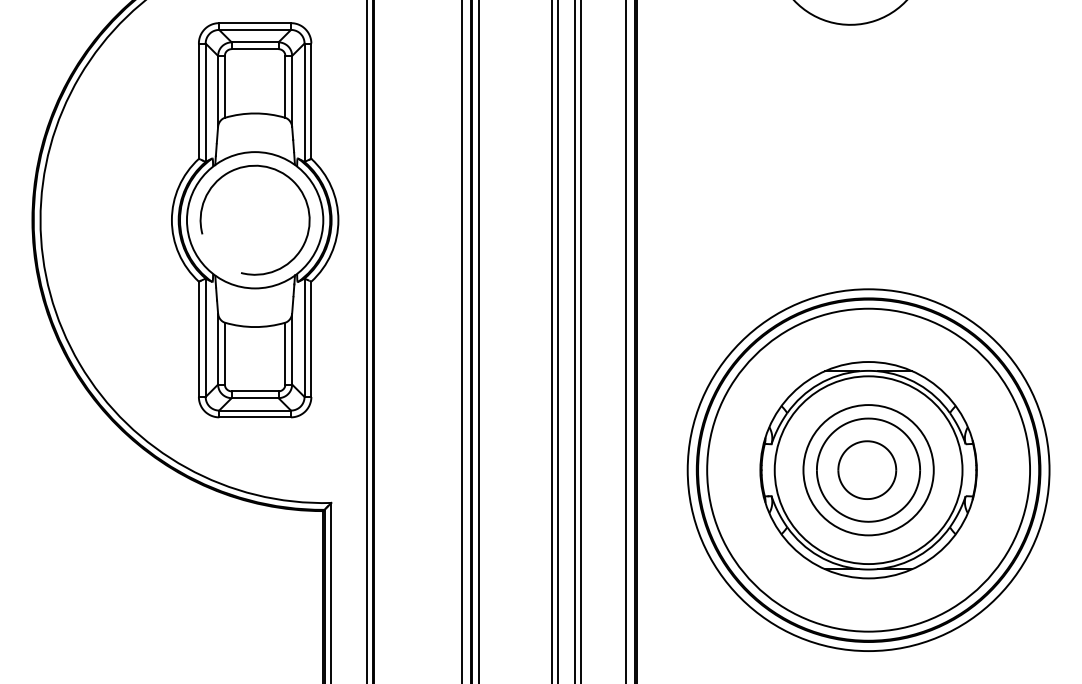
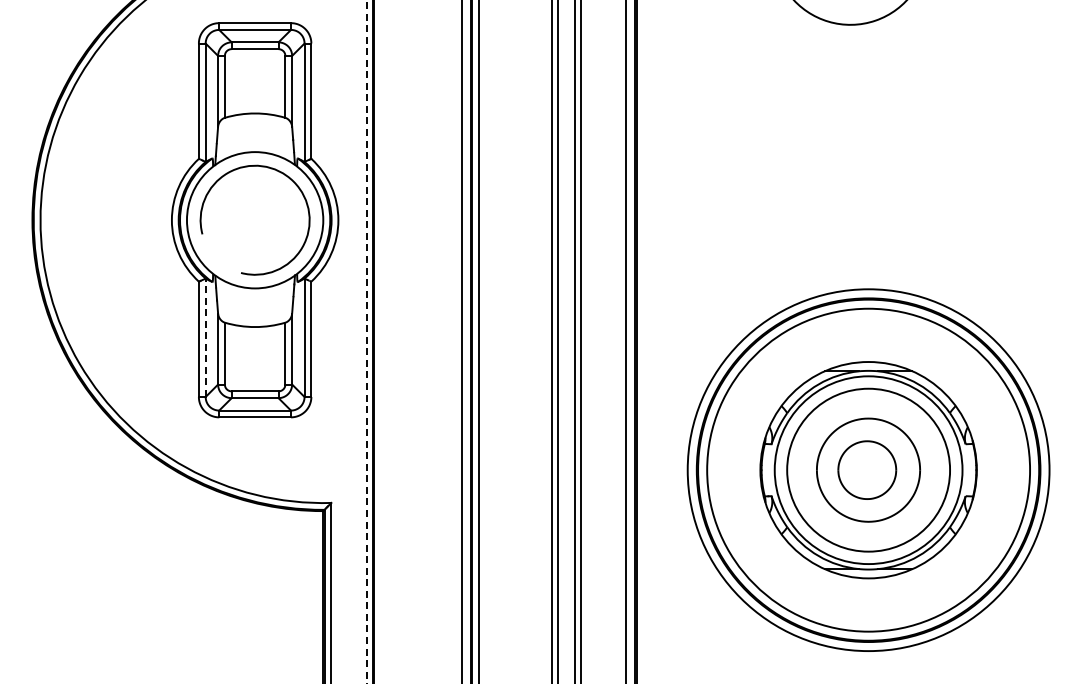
line at (205, 337): solid -> dashed
line at (366, 341): solid -> dashed
circle at (868, 470) diameter: 130 px -> 163 px
